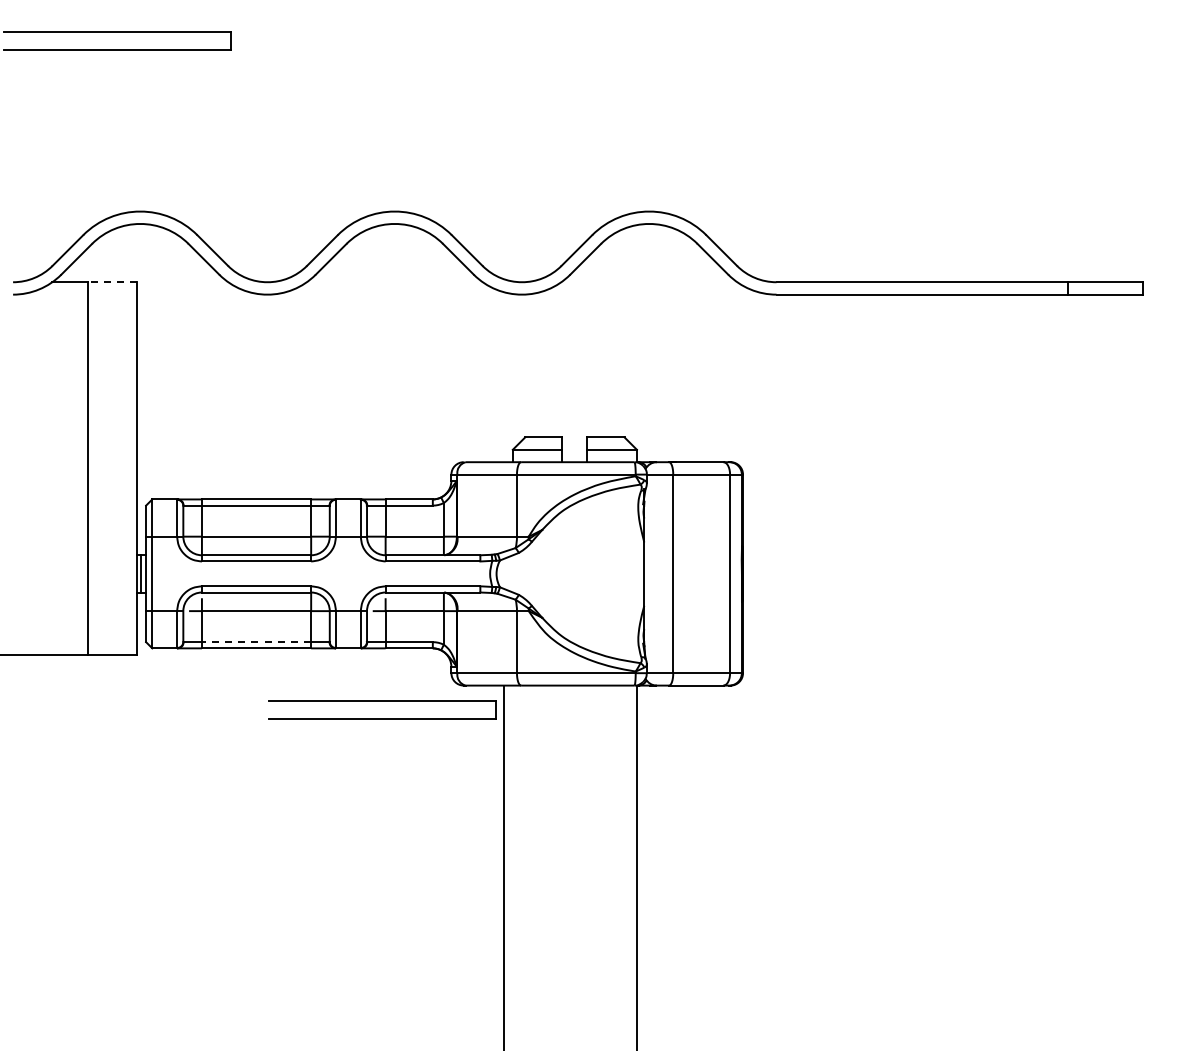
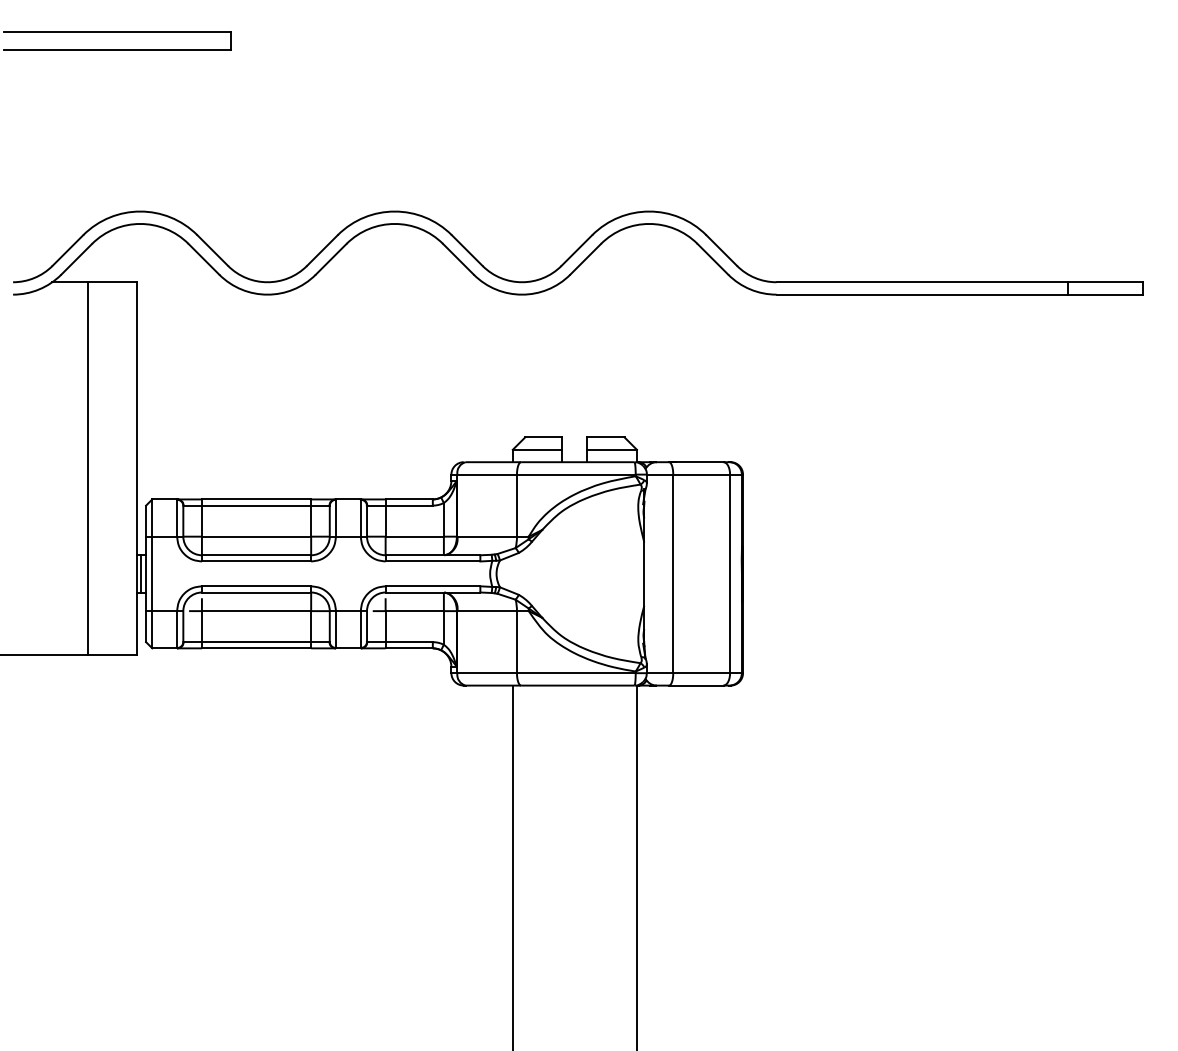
line at (112, 282): dashed -> solid
line at (256, 642): dashed -> solid
part at (382, 701): present -> none
line at (503, 866) position: (503, 866) -> (512, 866)
